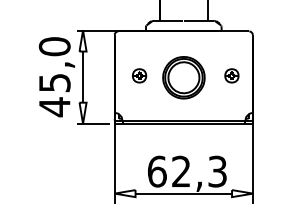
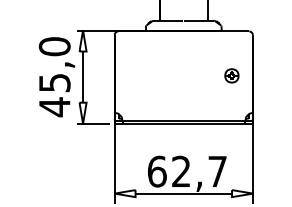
part at (139, 75): present -> none
part at (183, 77): present -> none
text at (217, 171): 62,3 -> 62,7
